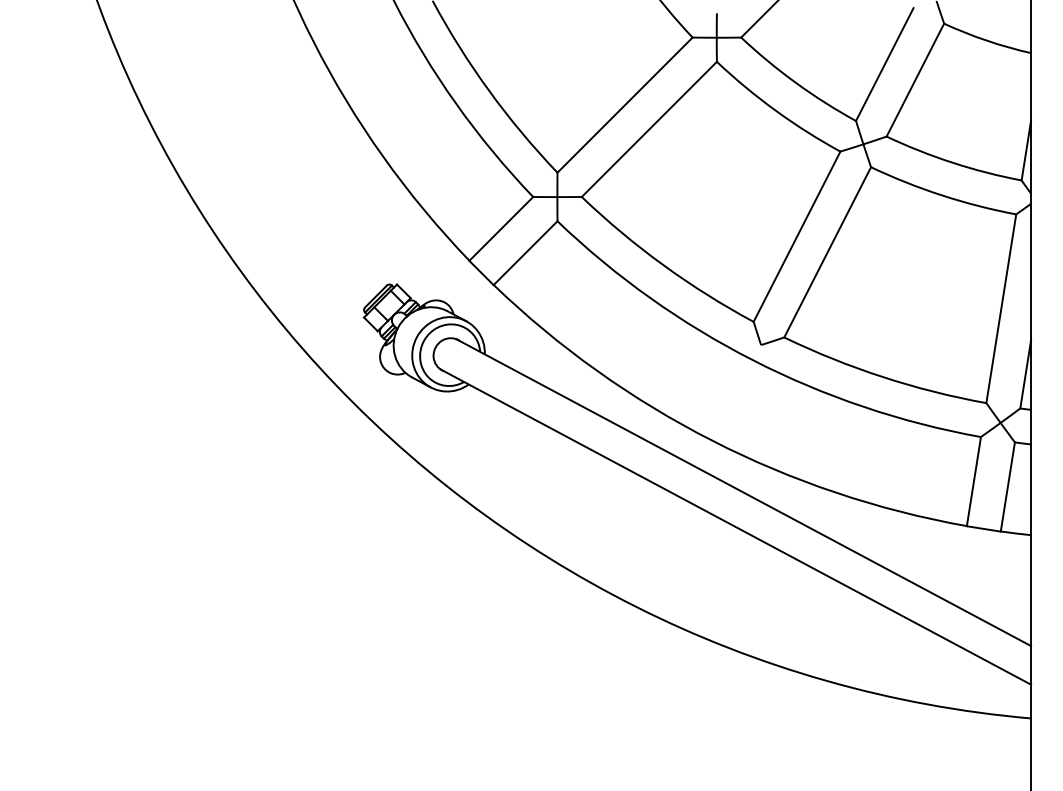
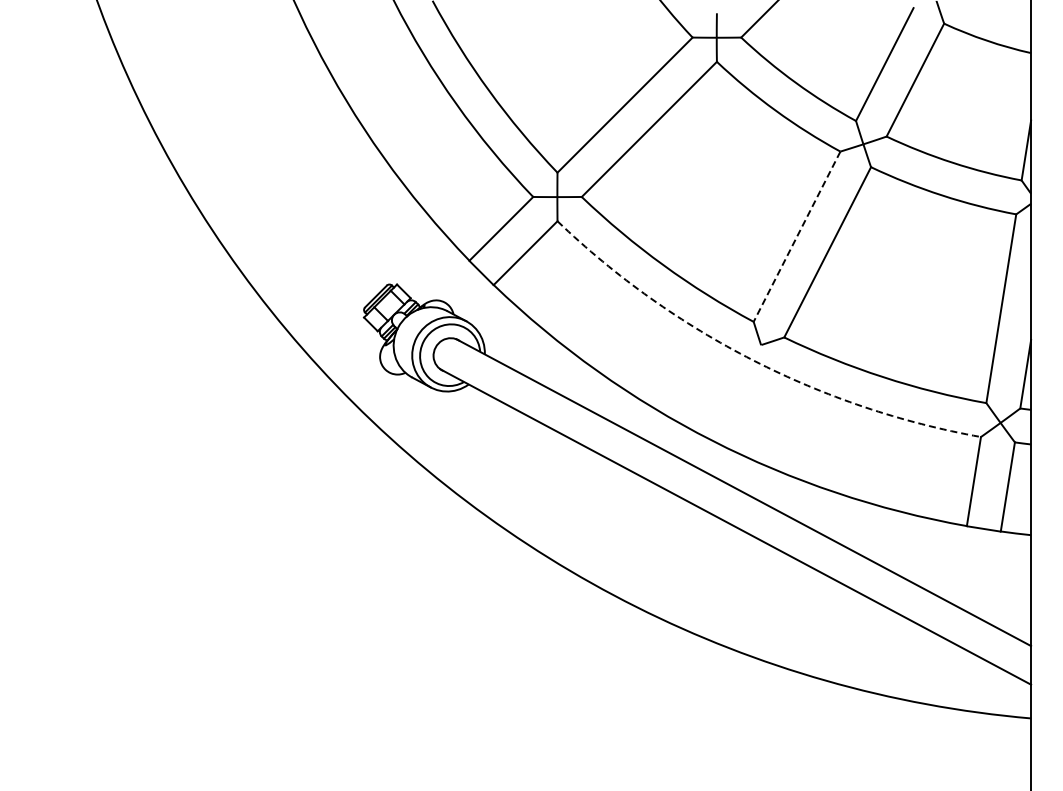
line at (797, 236): solid -> dashed
arc at (753, 360): solid -> dashed
